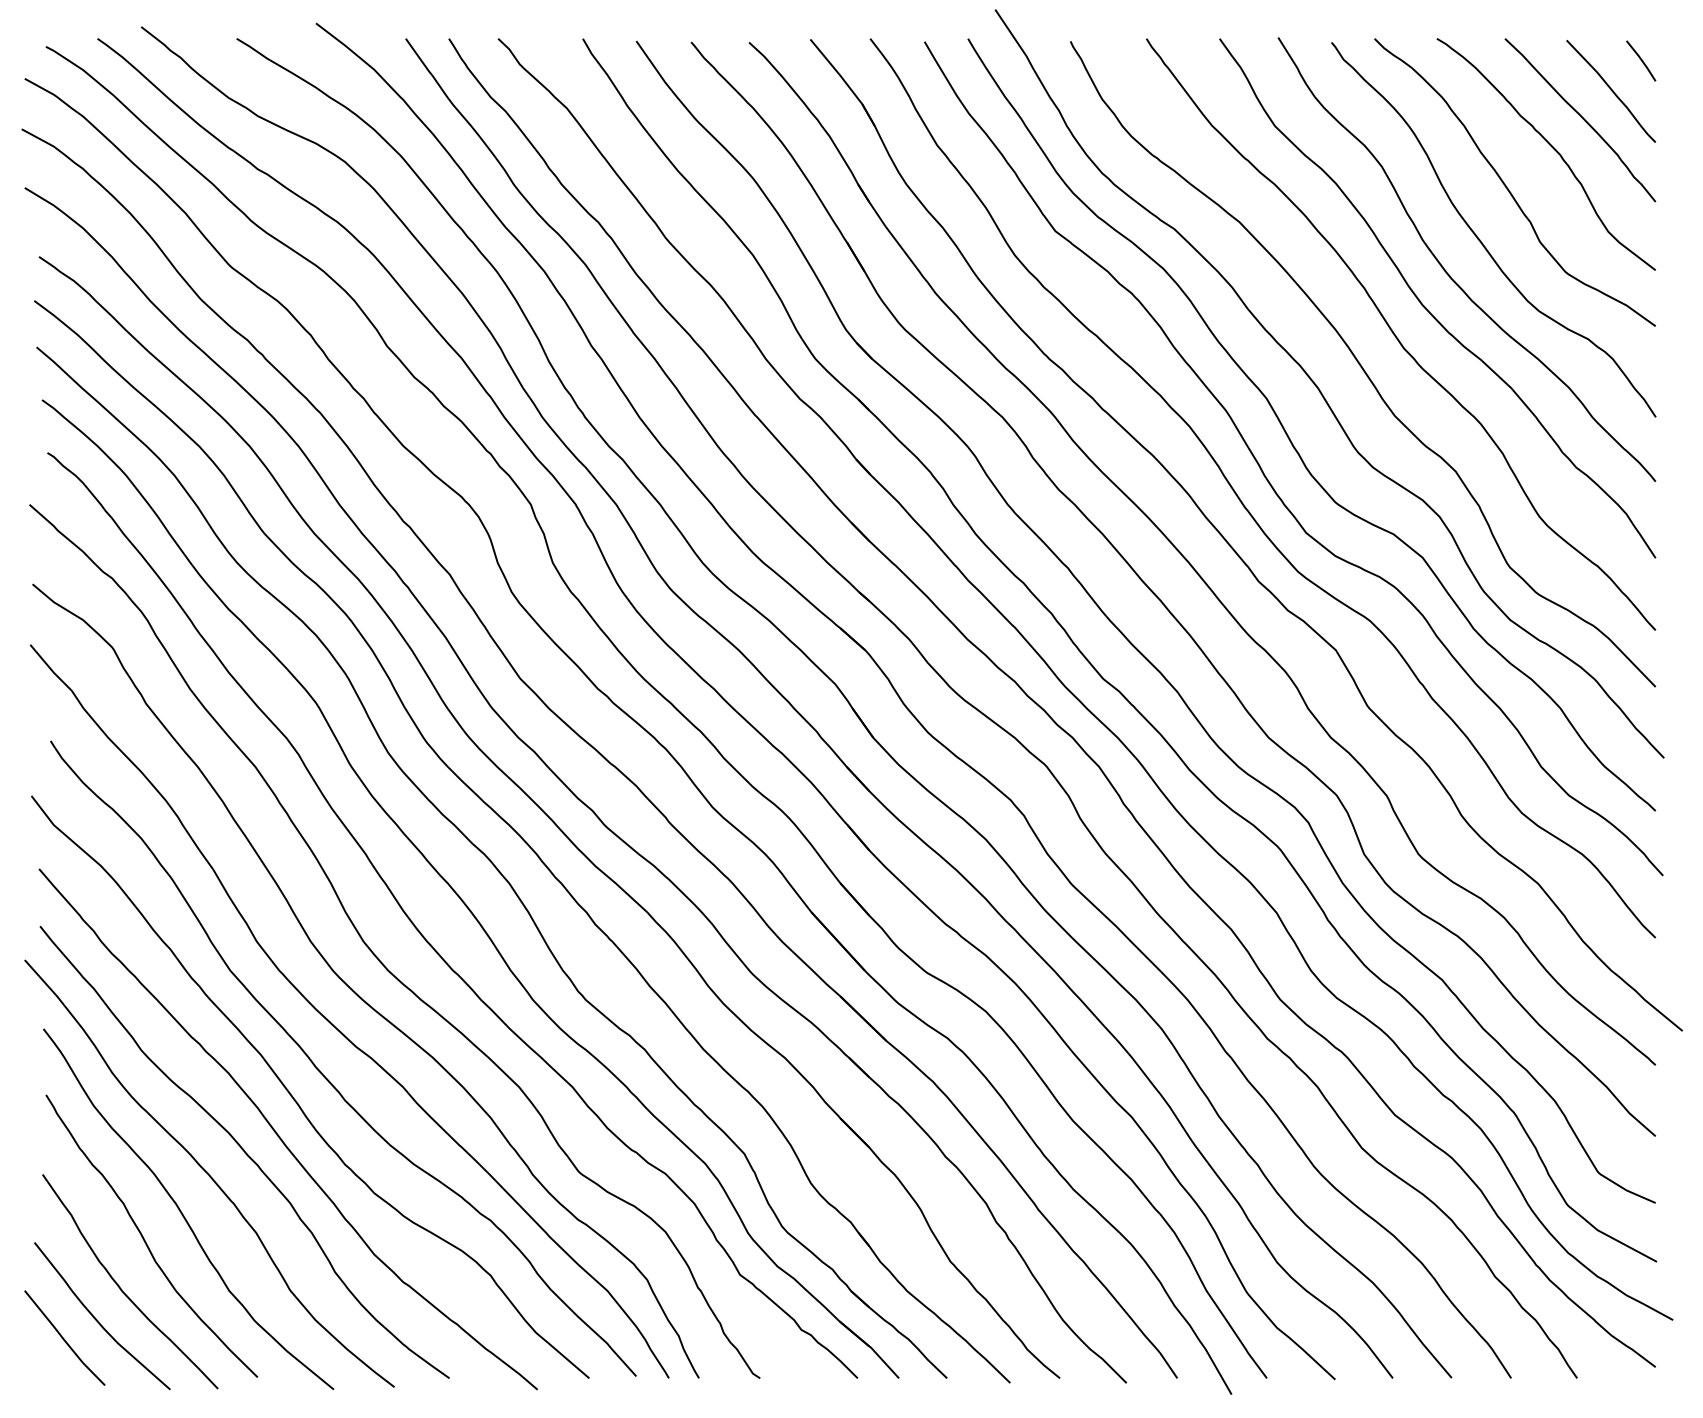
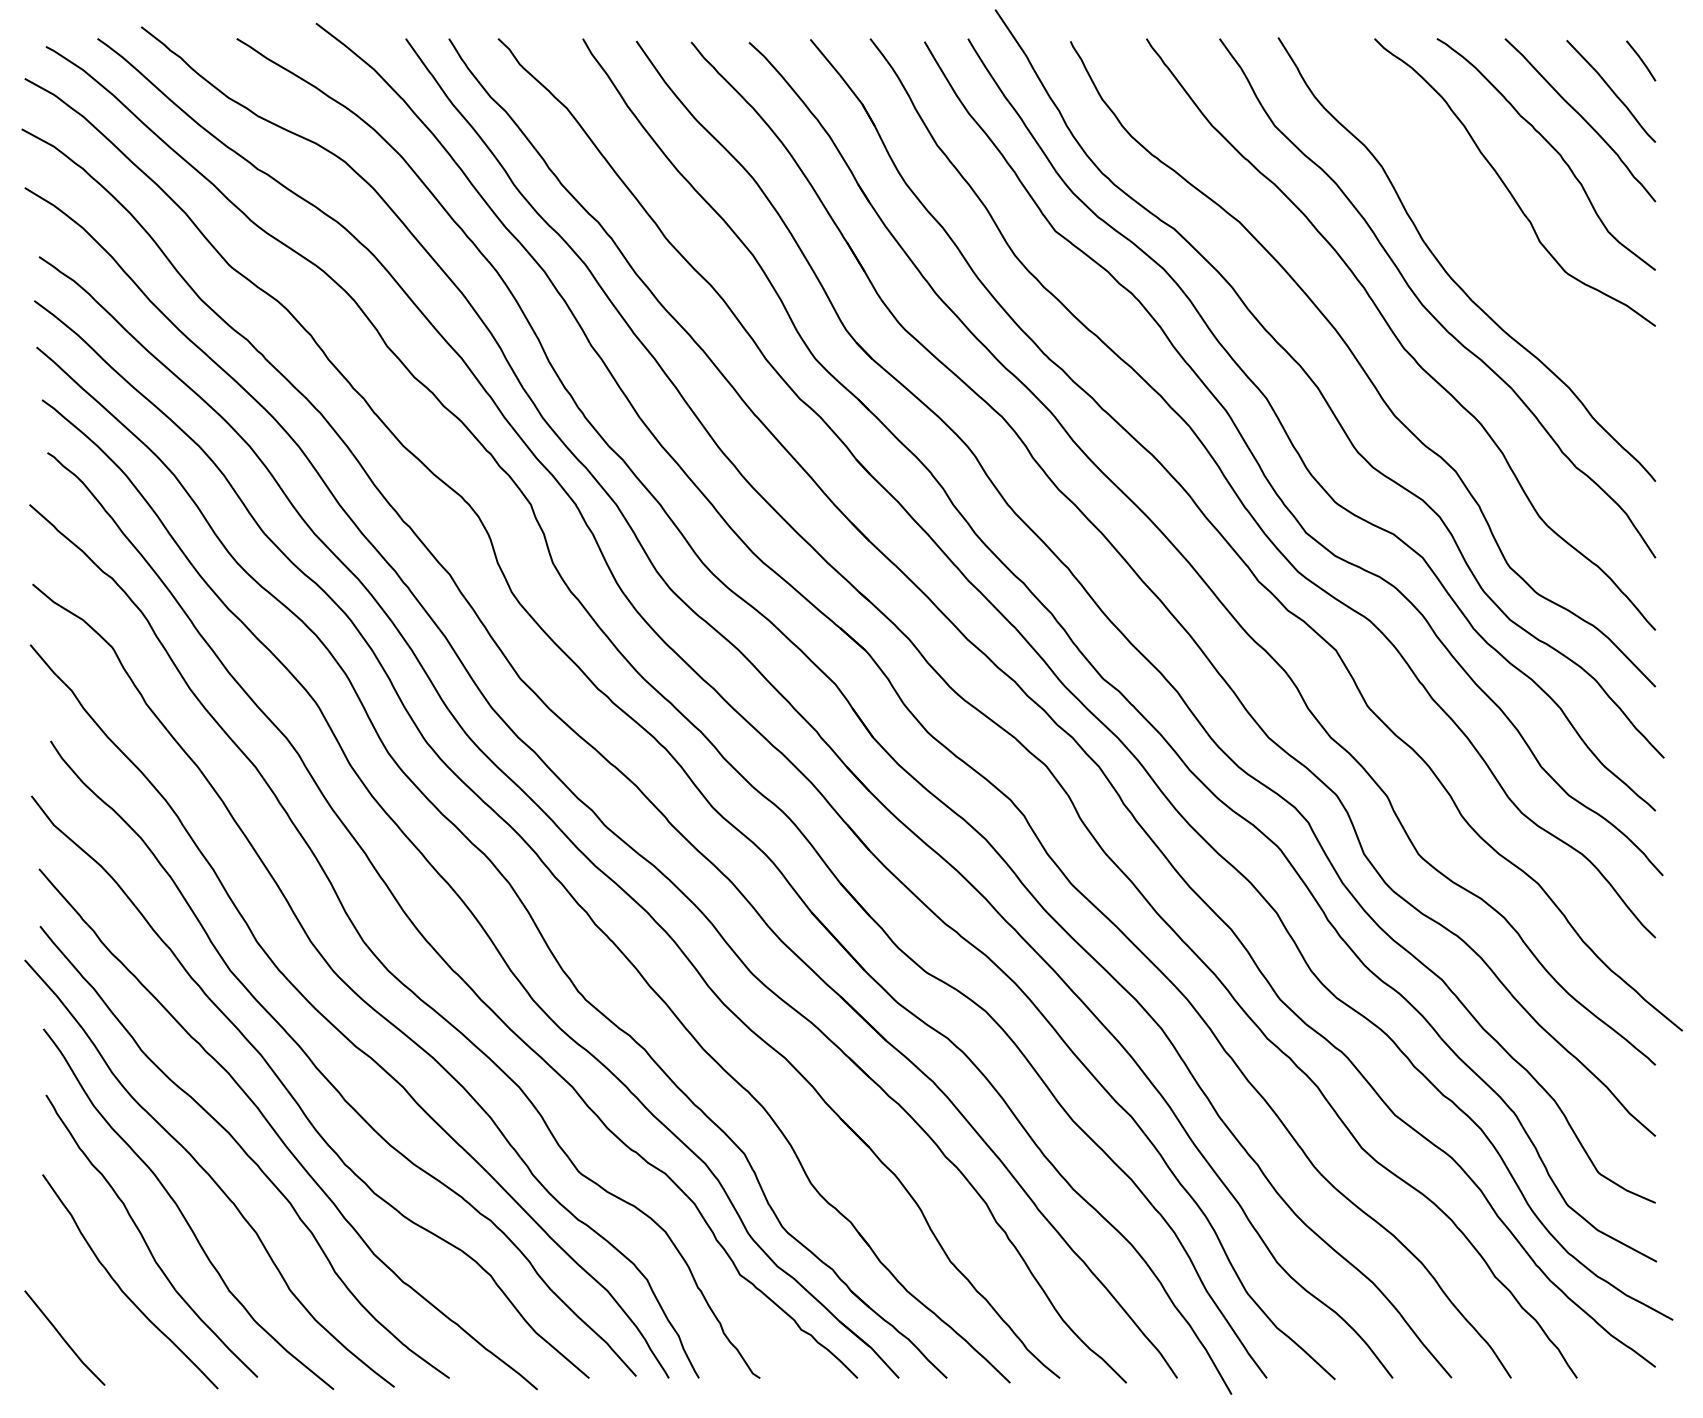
curve at (1480, 239): present -> none
curve at (98, 1320): present -> none
